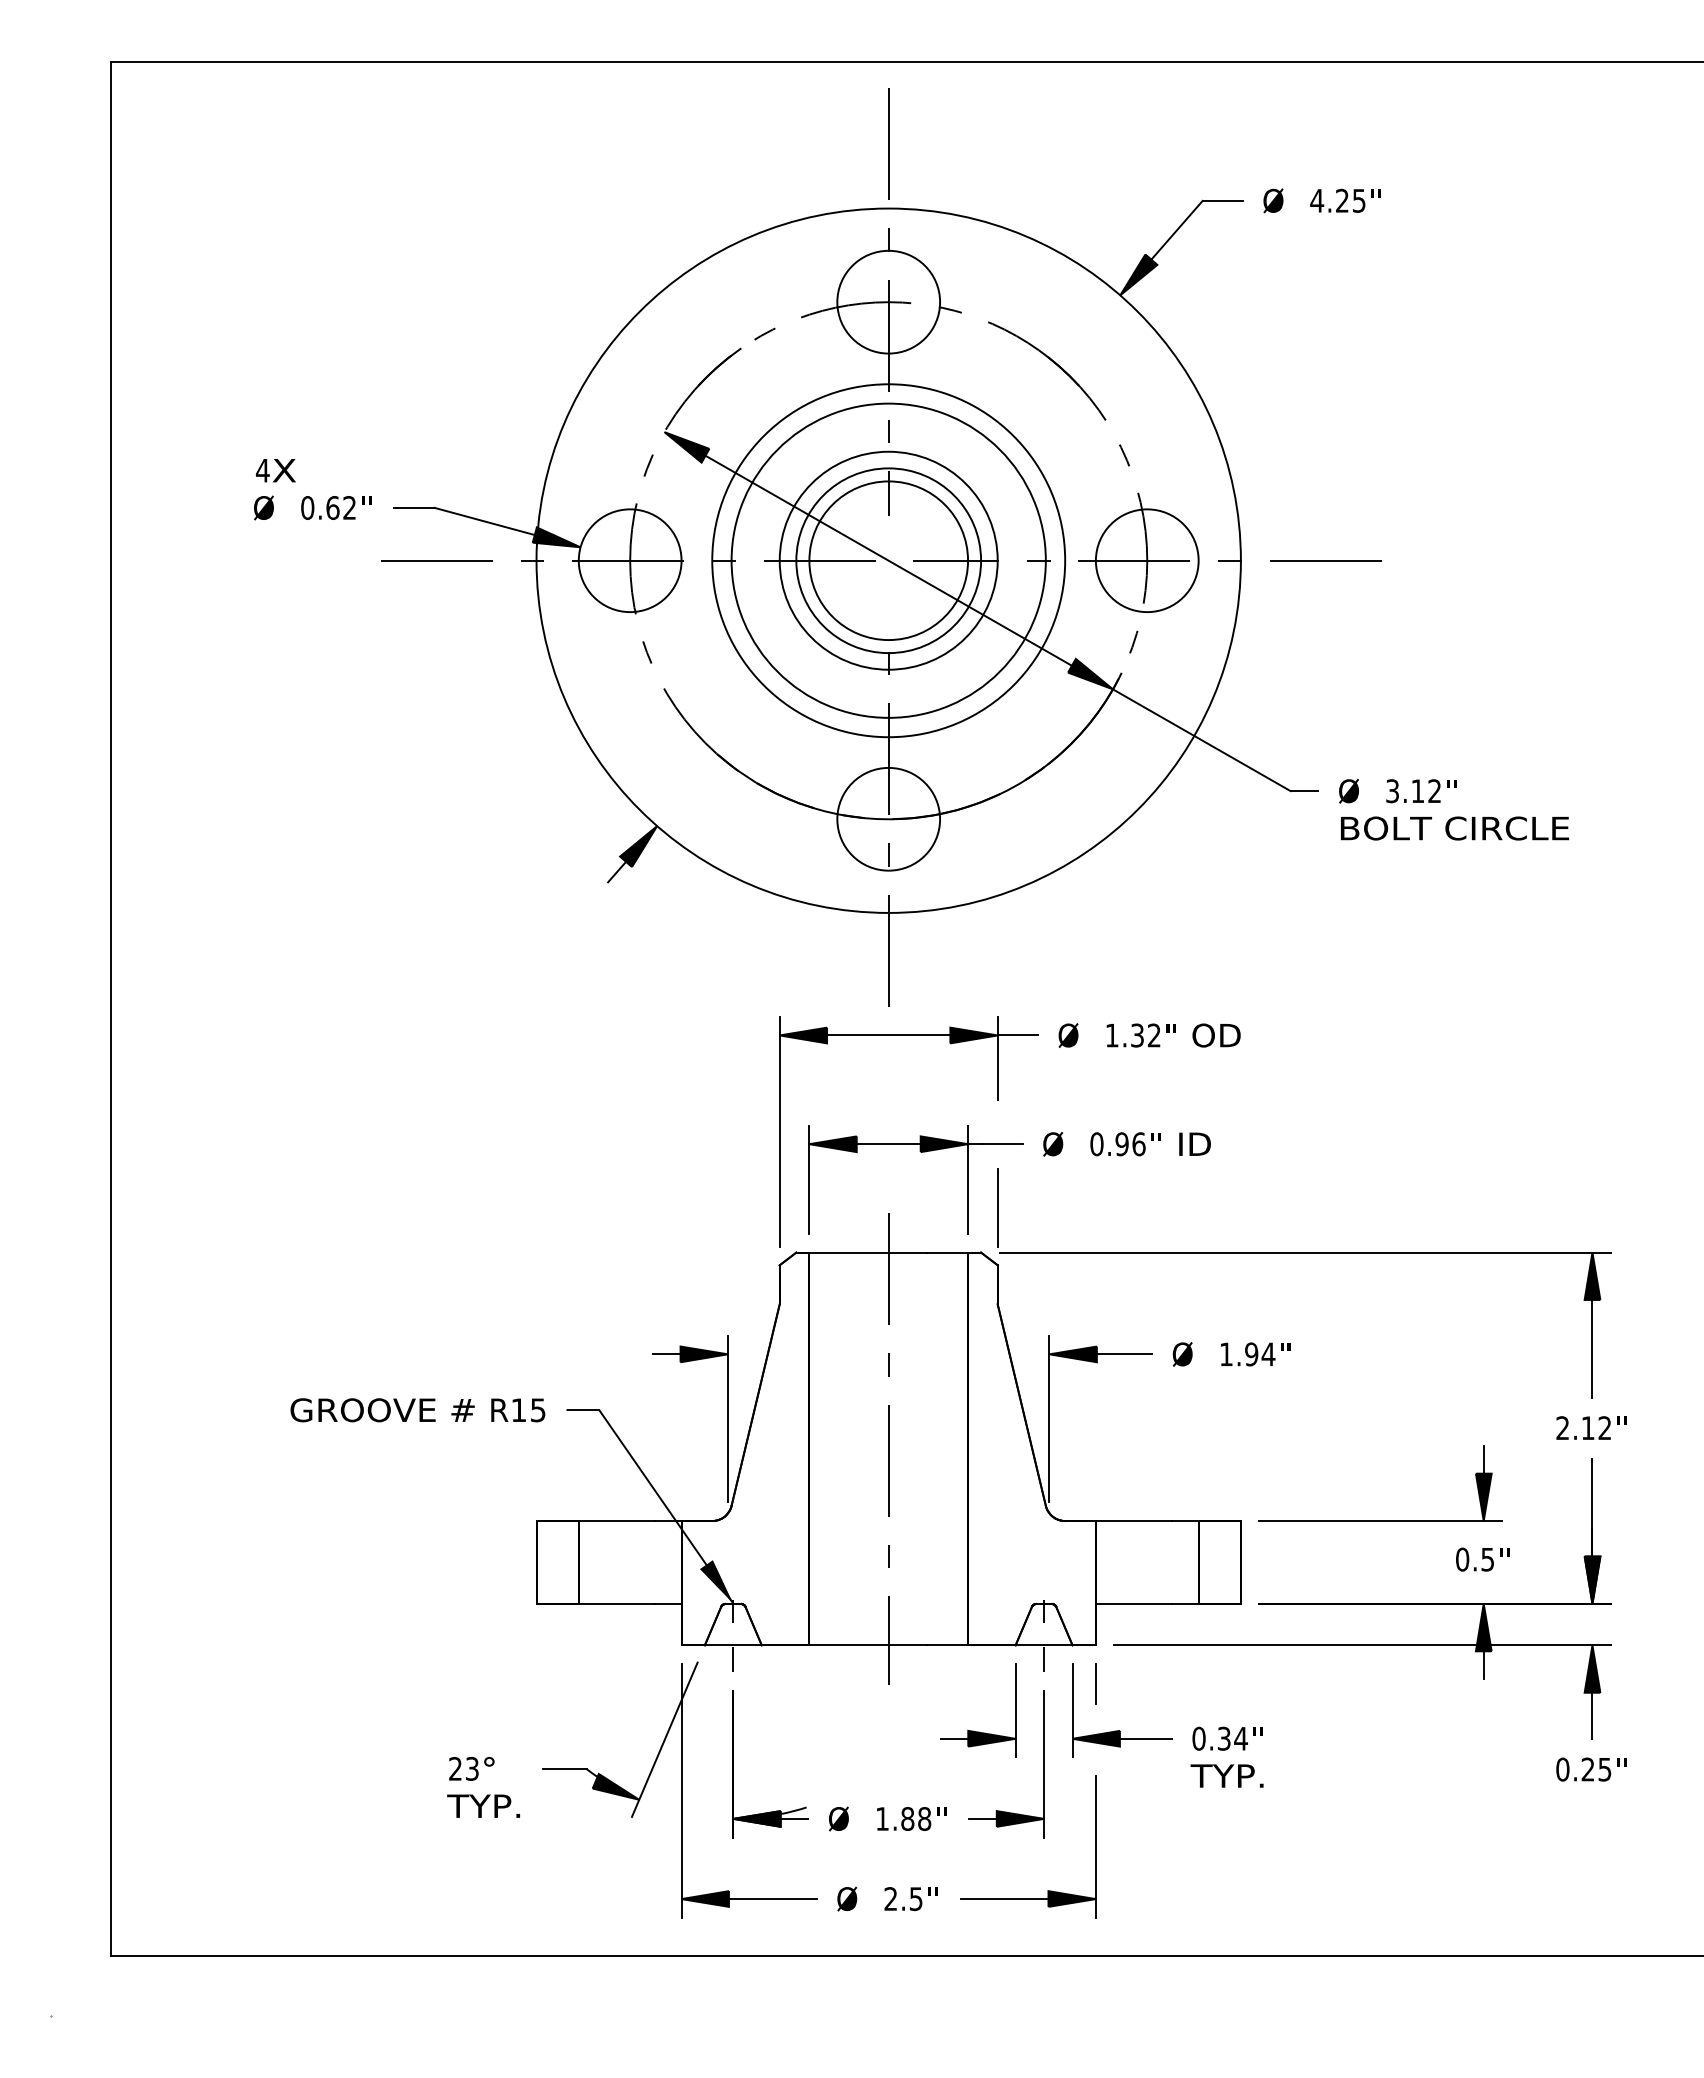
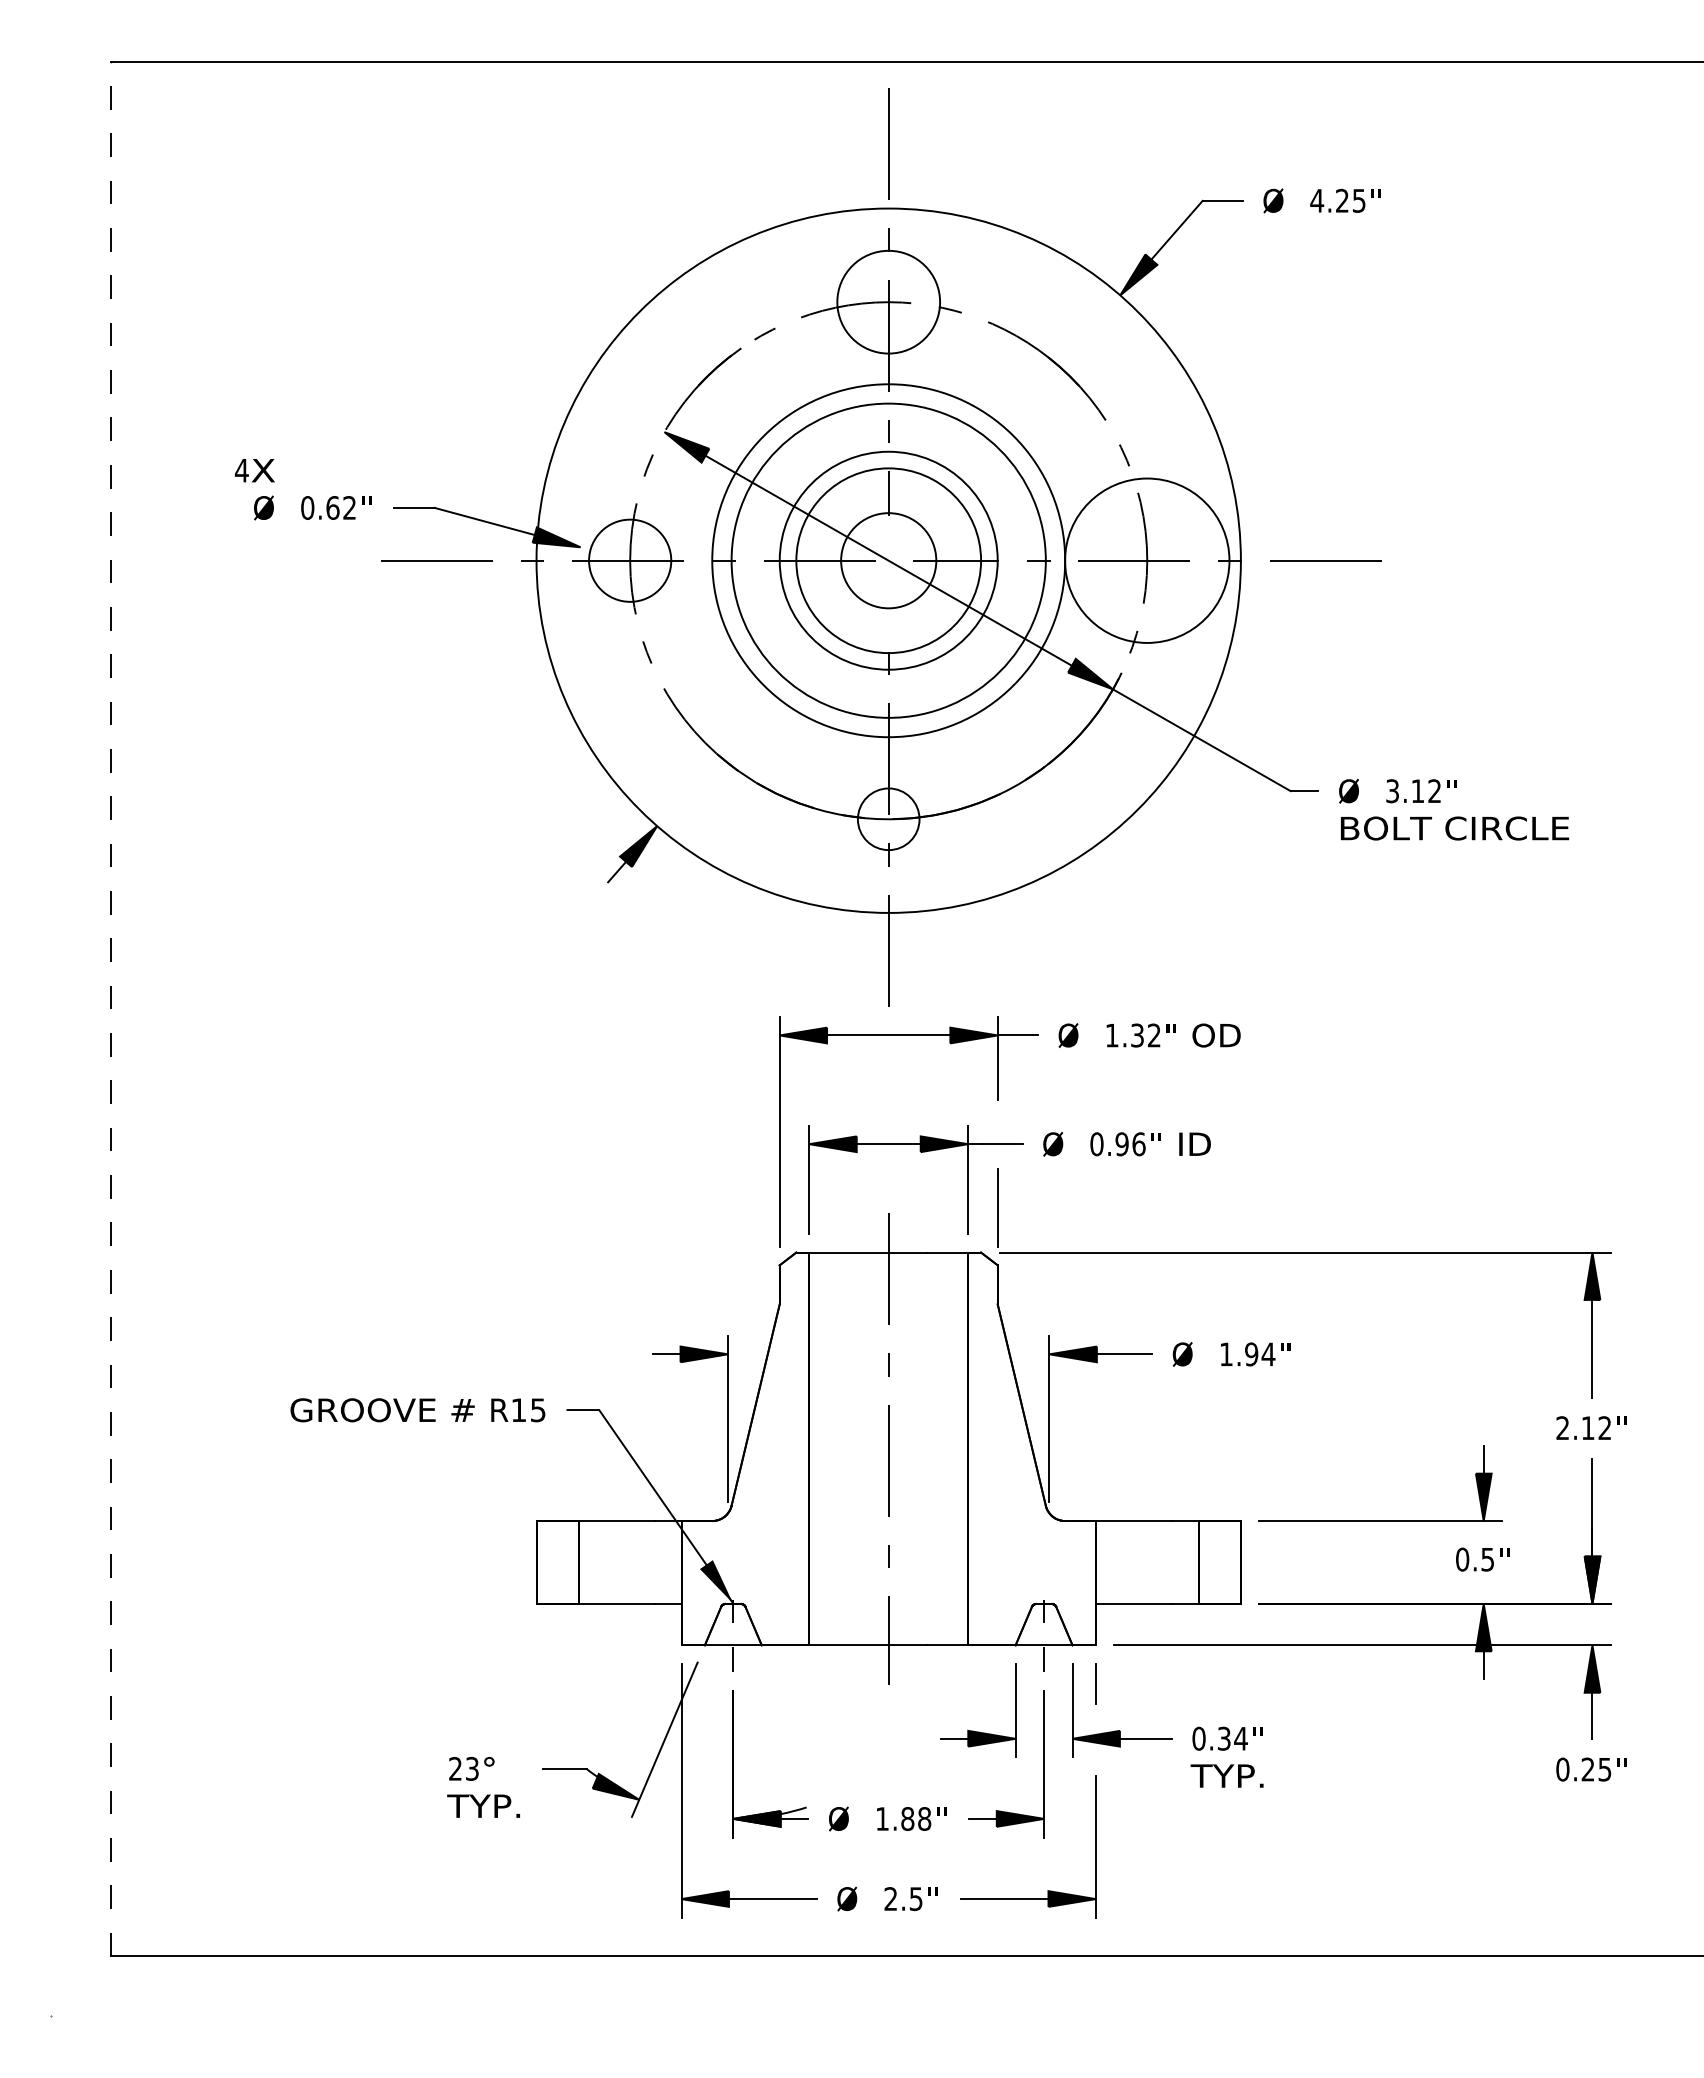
text at (275, 470) position: (275, 470) -> (254, 470)
circle at (629, 560) diameter: 103 px -> 82 px
circle at (888, 560) diameter: 159 px -> 95 px
circle at (1146, 560) diameter: 103 px -> 164 px
circle at (888, 818) diameter: 103 px -> 62 px
line at (110, 1008): solid -> dashed
